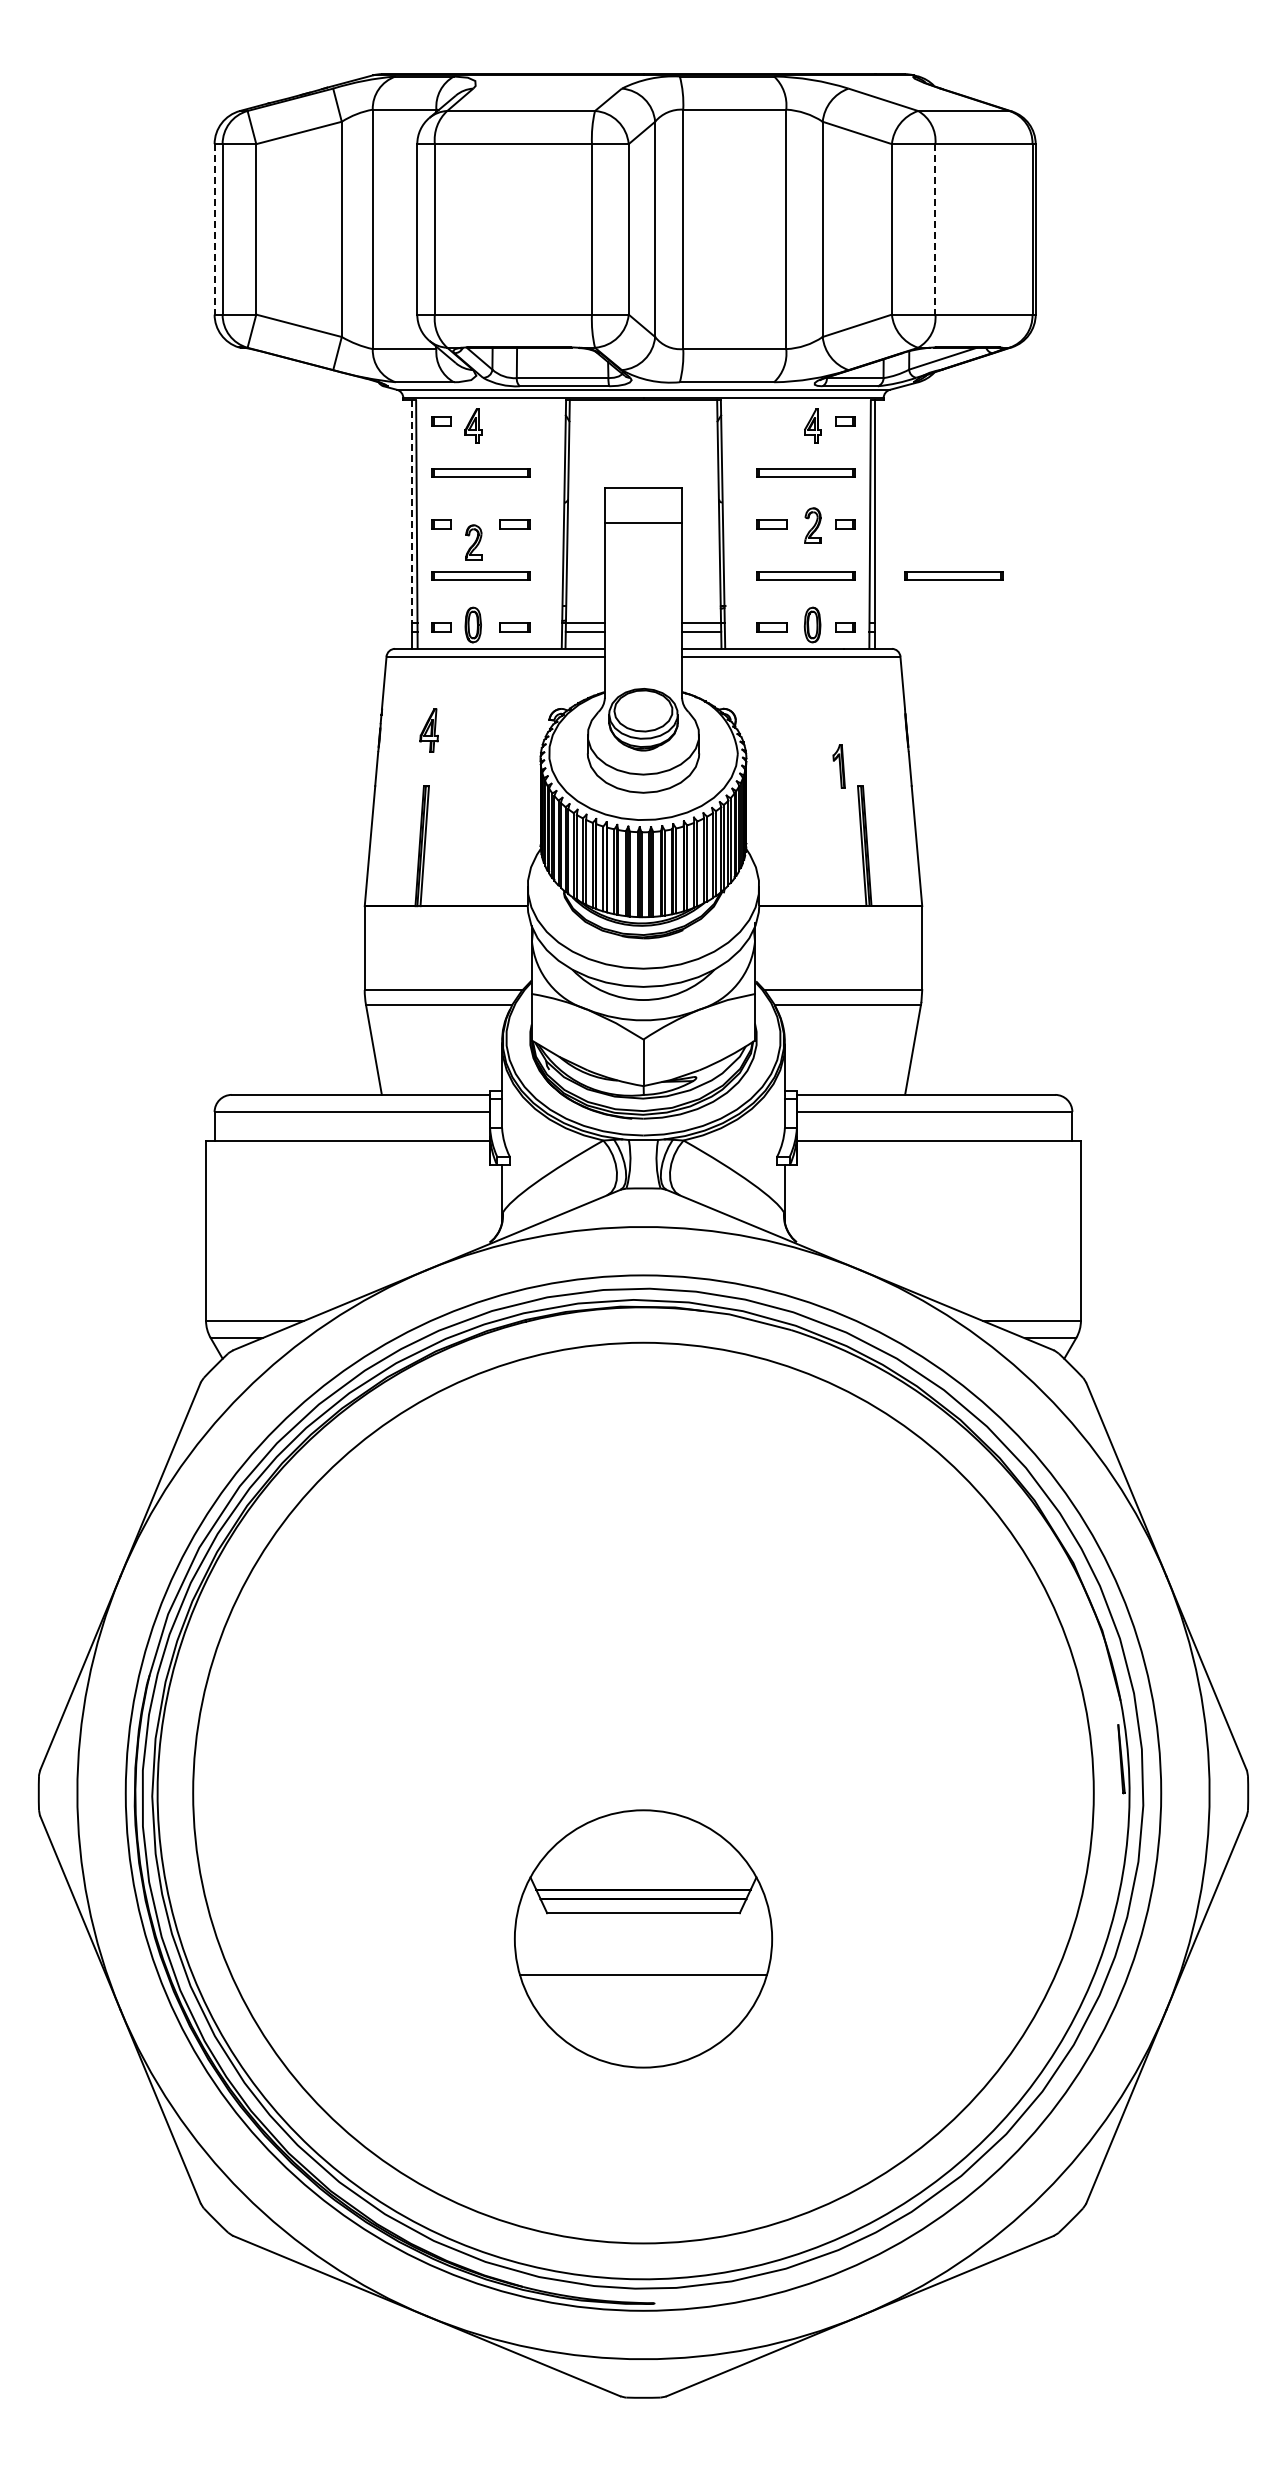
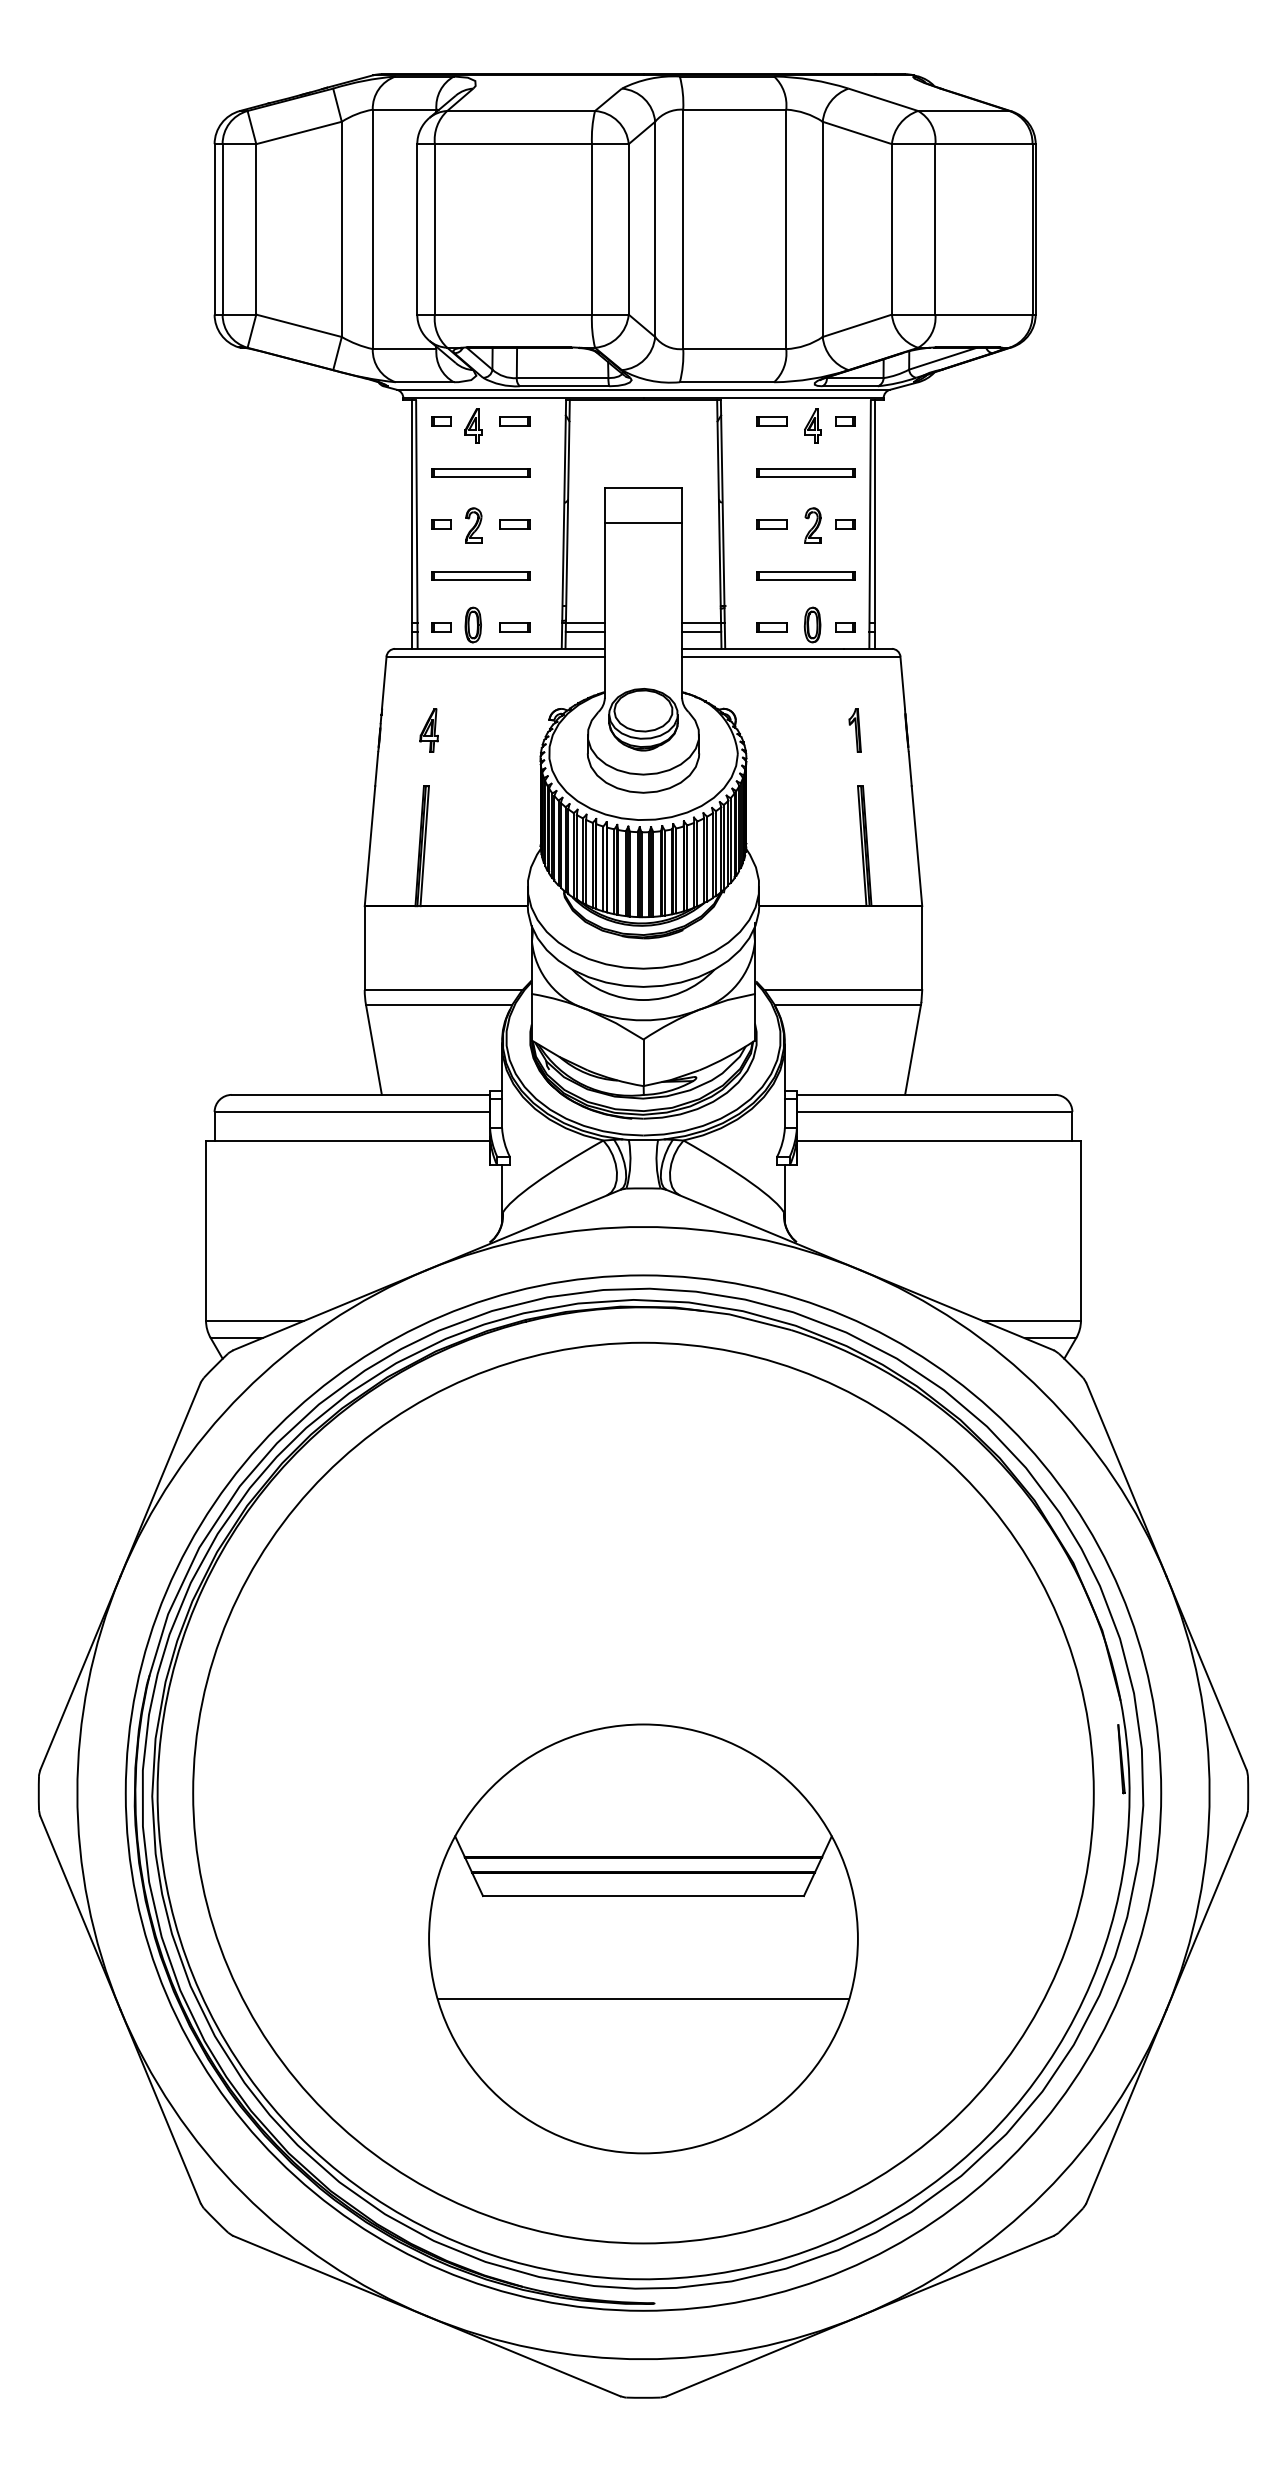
line at (214, 229): dashed -> solid
line at (935, 229): dashed -> solid
part at (514, 421): none -> present
part at (771, 421): none -> present
line at (411, 511): dashed -> solid
part at (473, 542) position: (473, 542) -> (473, 525)
part at (953, 575): present -> none
part at (838, 766) position: (838, 766) -> (854, 730)
part at (643, 1938) size: 259x260 px -> 431x432 px
